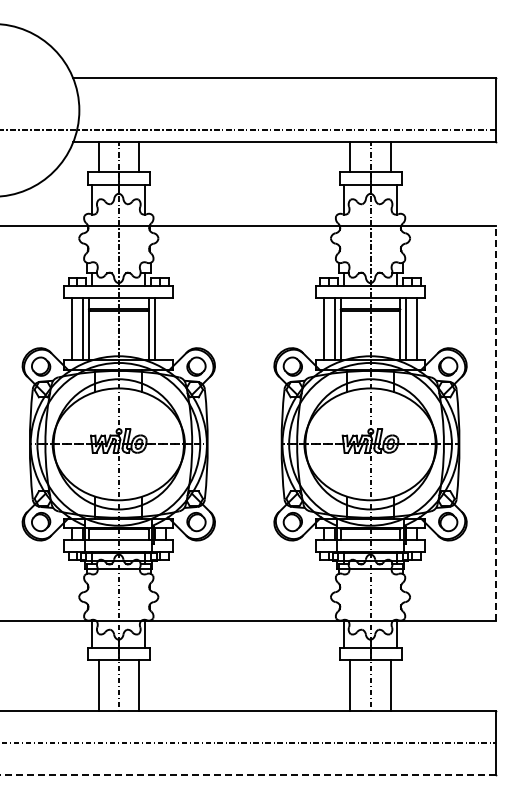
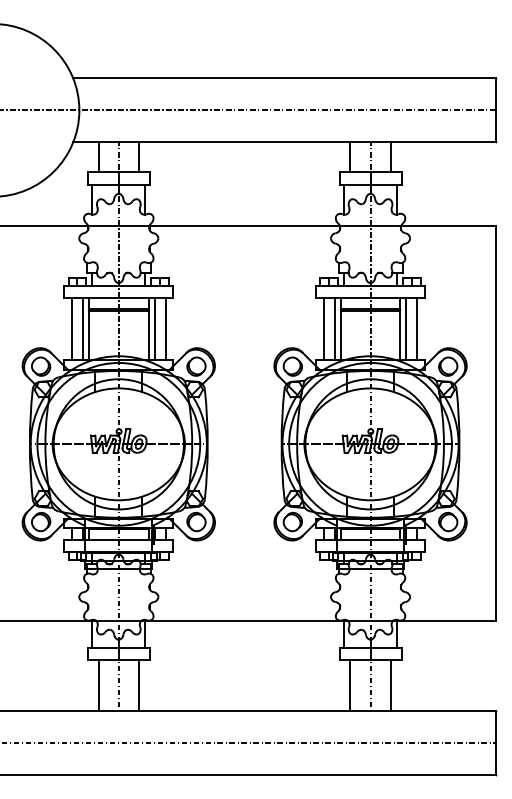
line at (249, 130) position: (249, 130) -> (249, 110)
line at (165, 329): none -> present
line at (496, 422): dashed -> solid
line at (248, 775): dashed -> solid
